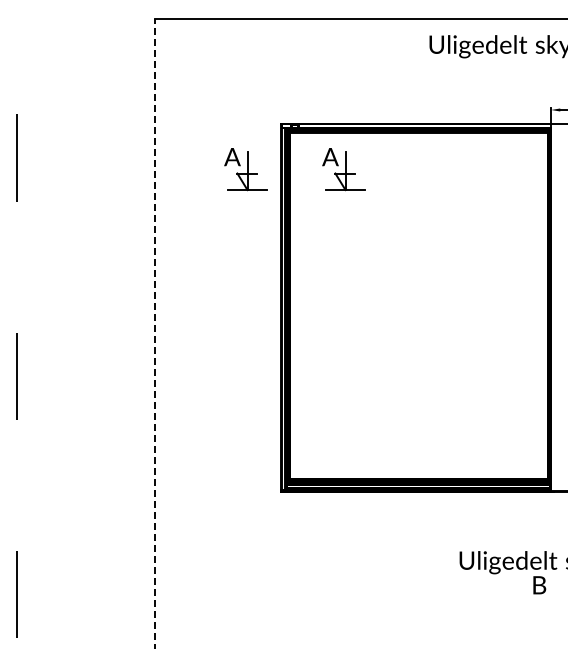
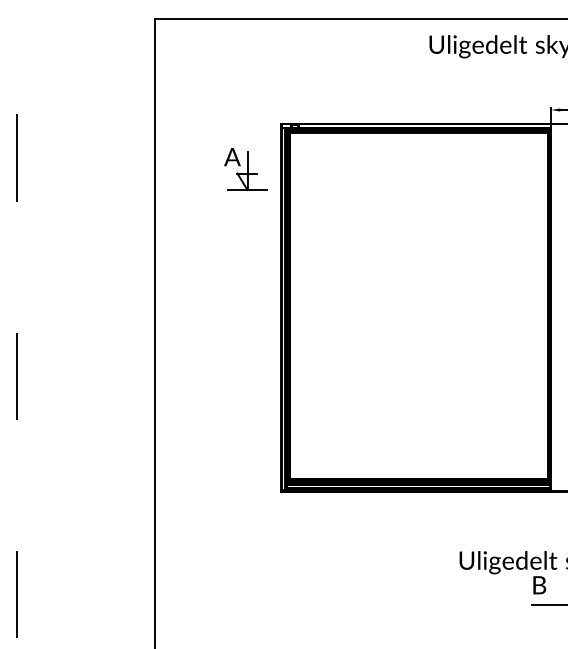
part at (343, 169): present -> none
line at (155, 333): dashed -> solid
line at (547, 605): none -> present
